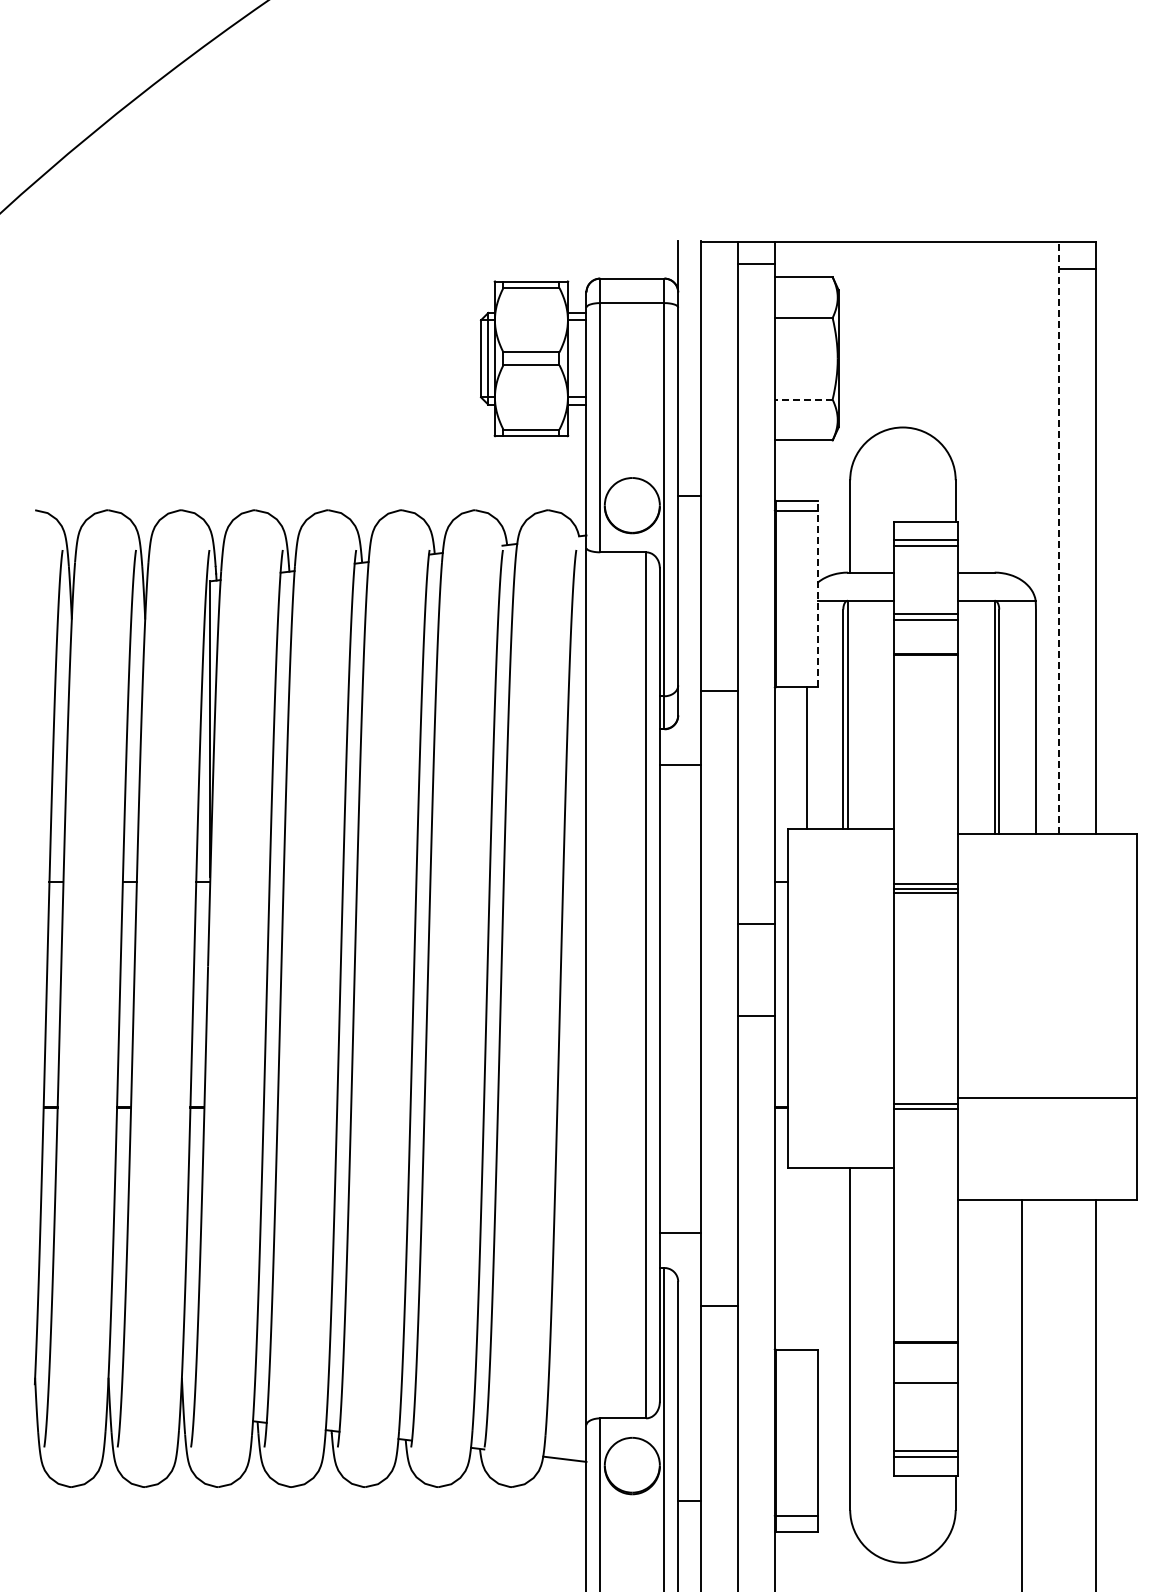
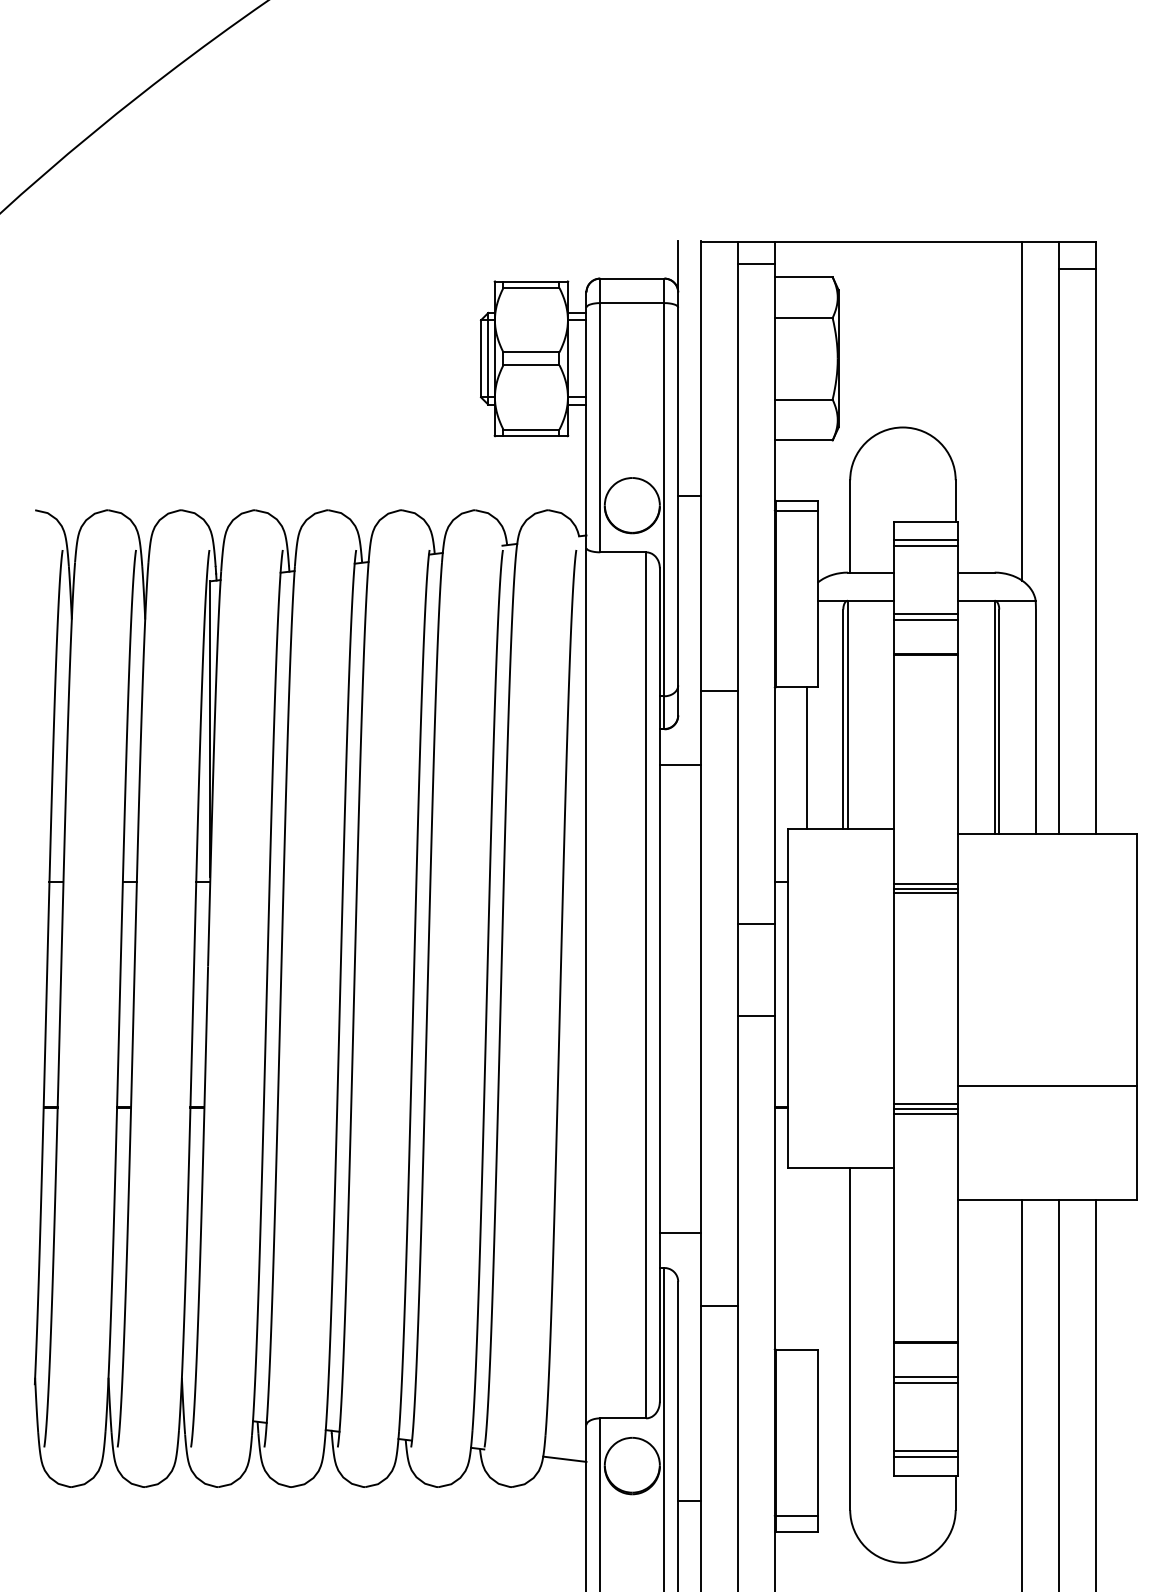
line at (803, 399): dashed -> solid
line at (1022, 410): none -> present
line at (1058, 537): dashed -> solid
line at (817, 593): dashed -> solid
line at (1046, 1098) position: (1046, 1098) -> (1046, 1086)
line at (925, 1113): none -> present
line at (925, 1377): none -> present
line at (1058, 1394): none -> present
